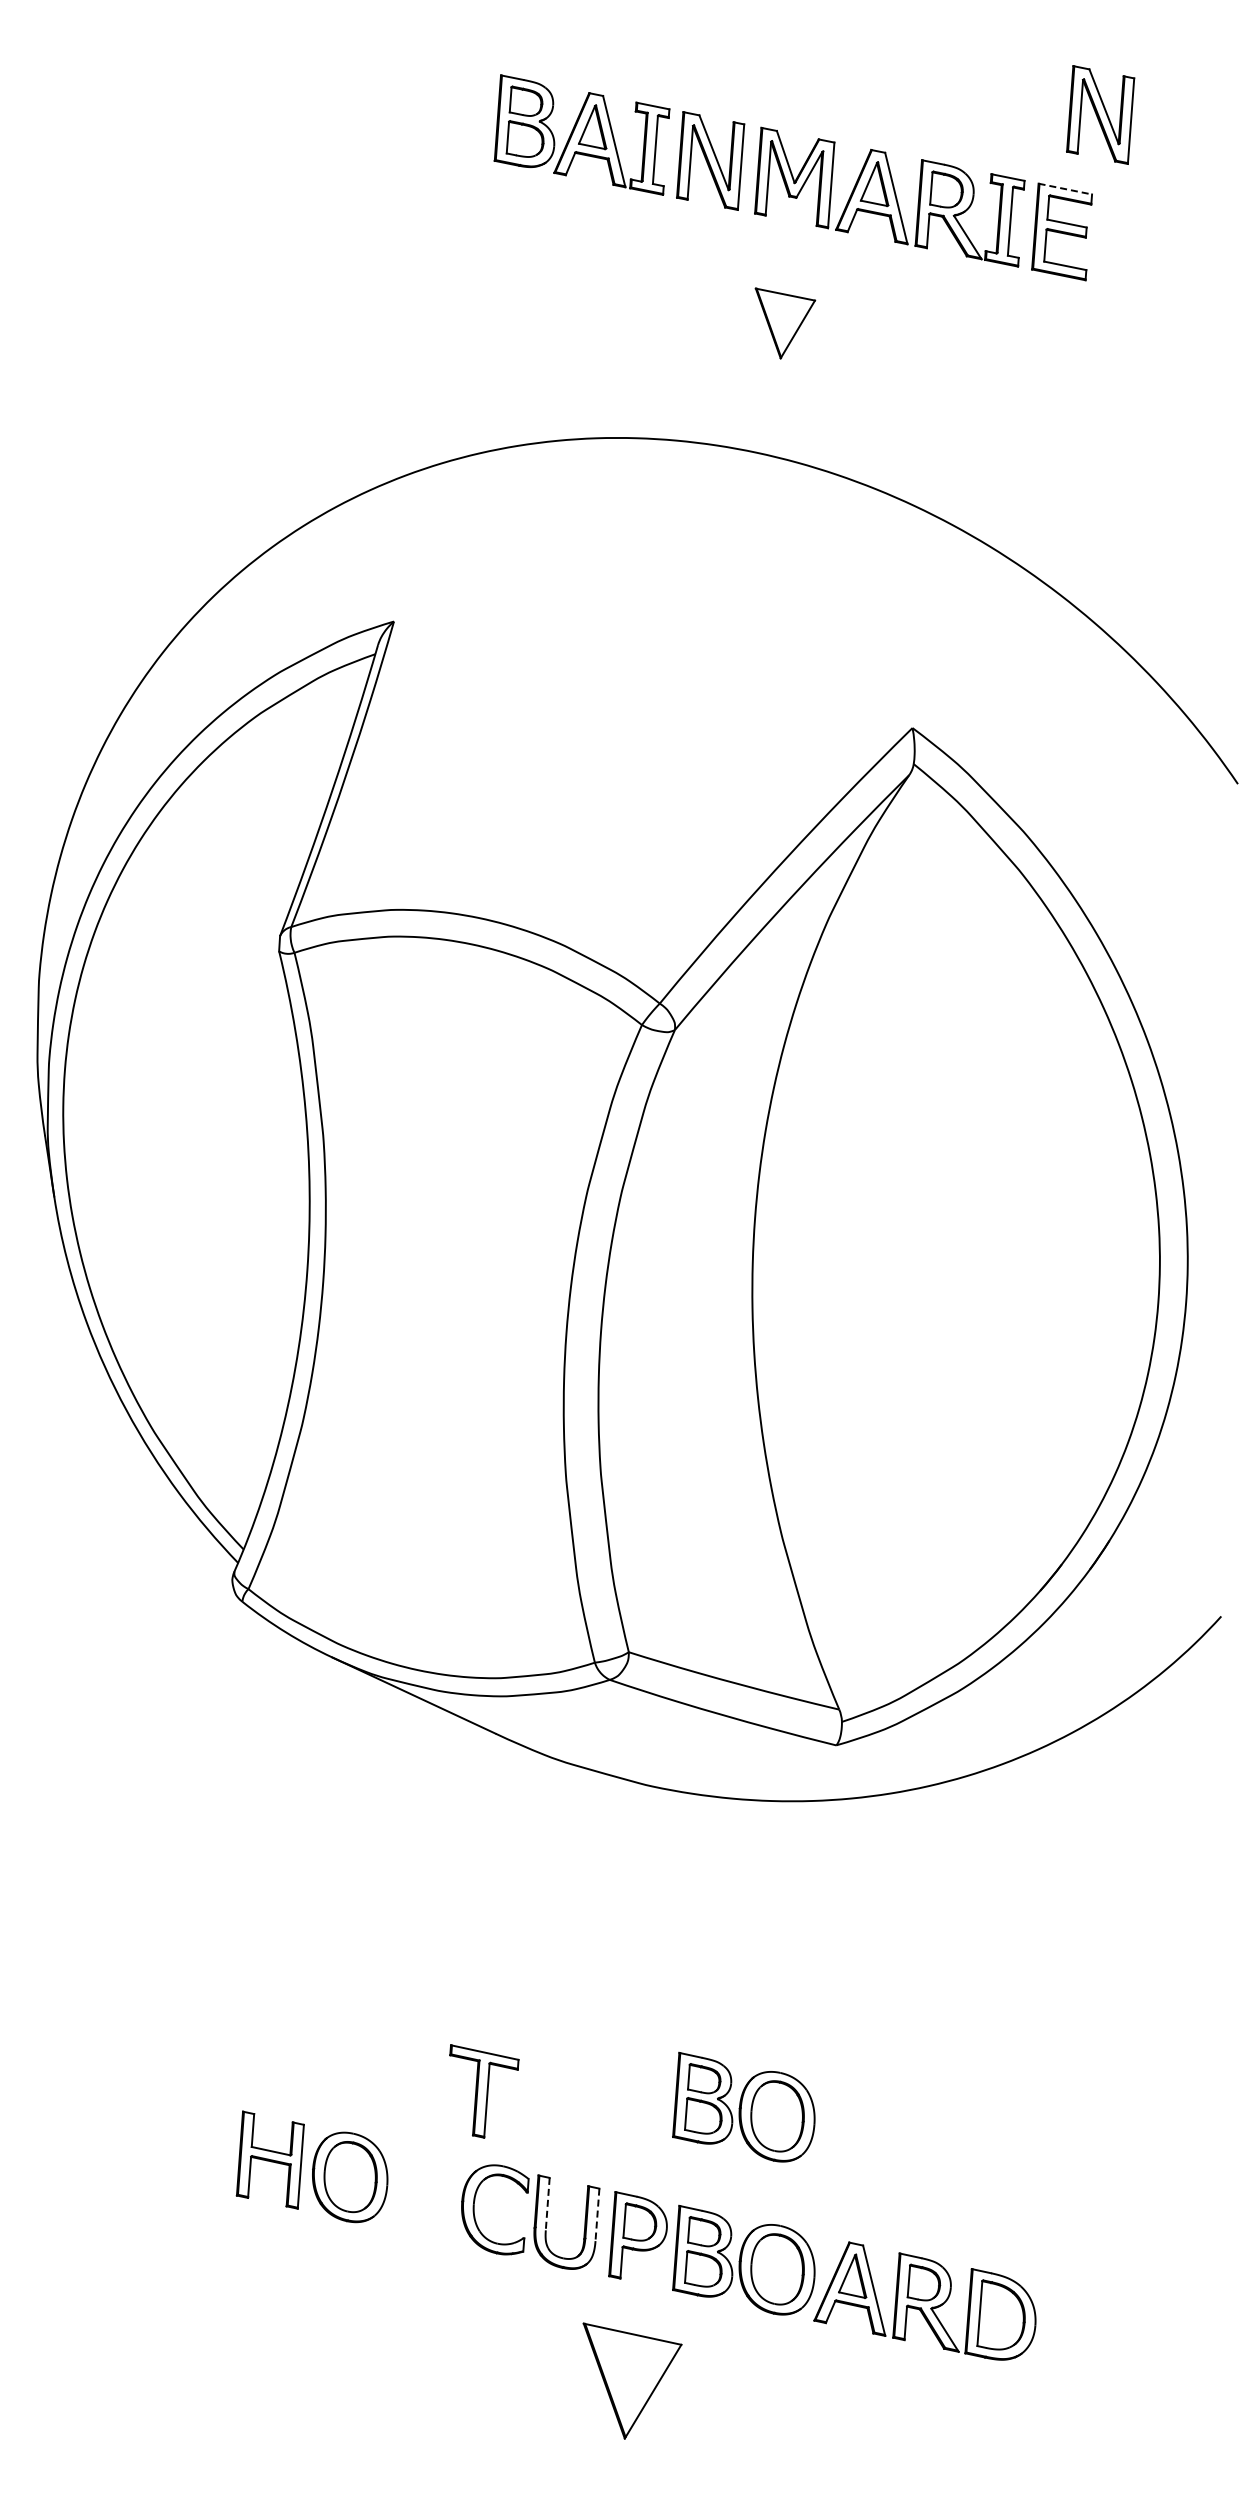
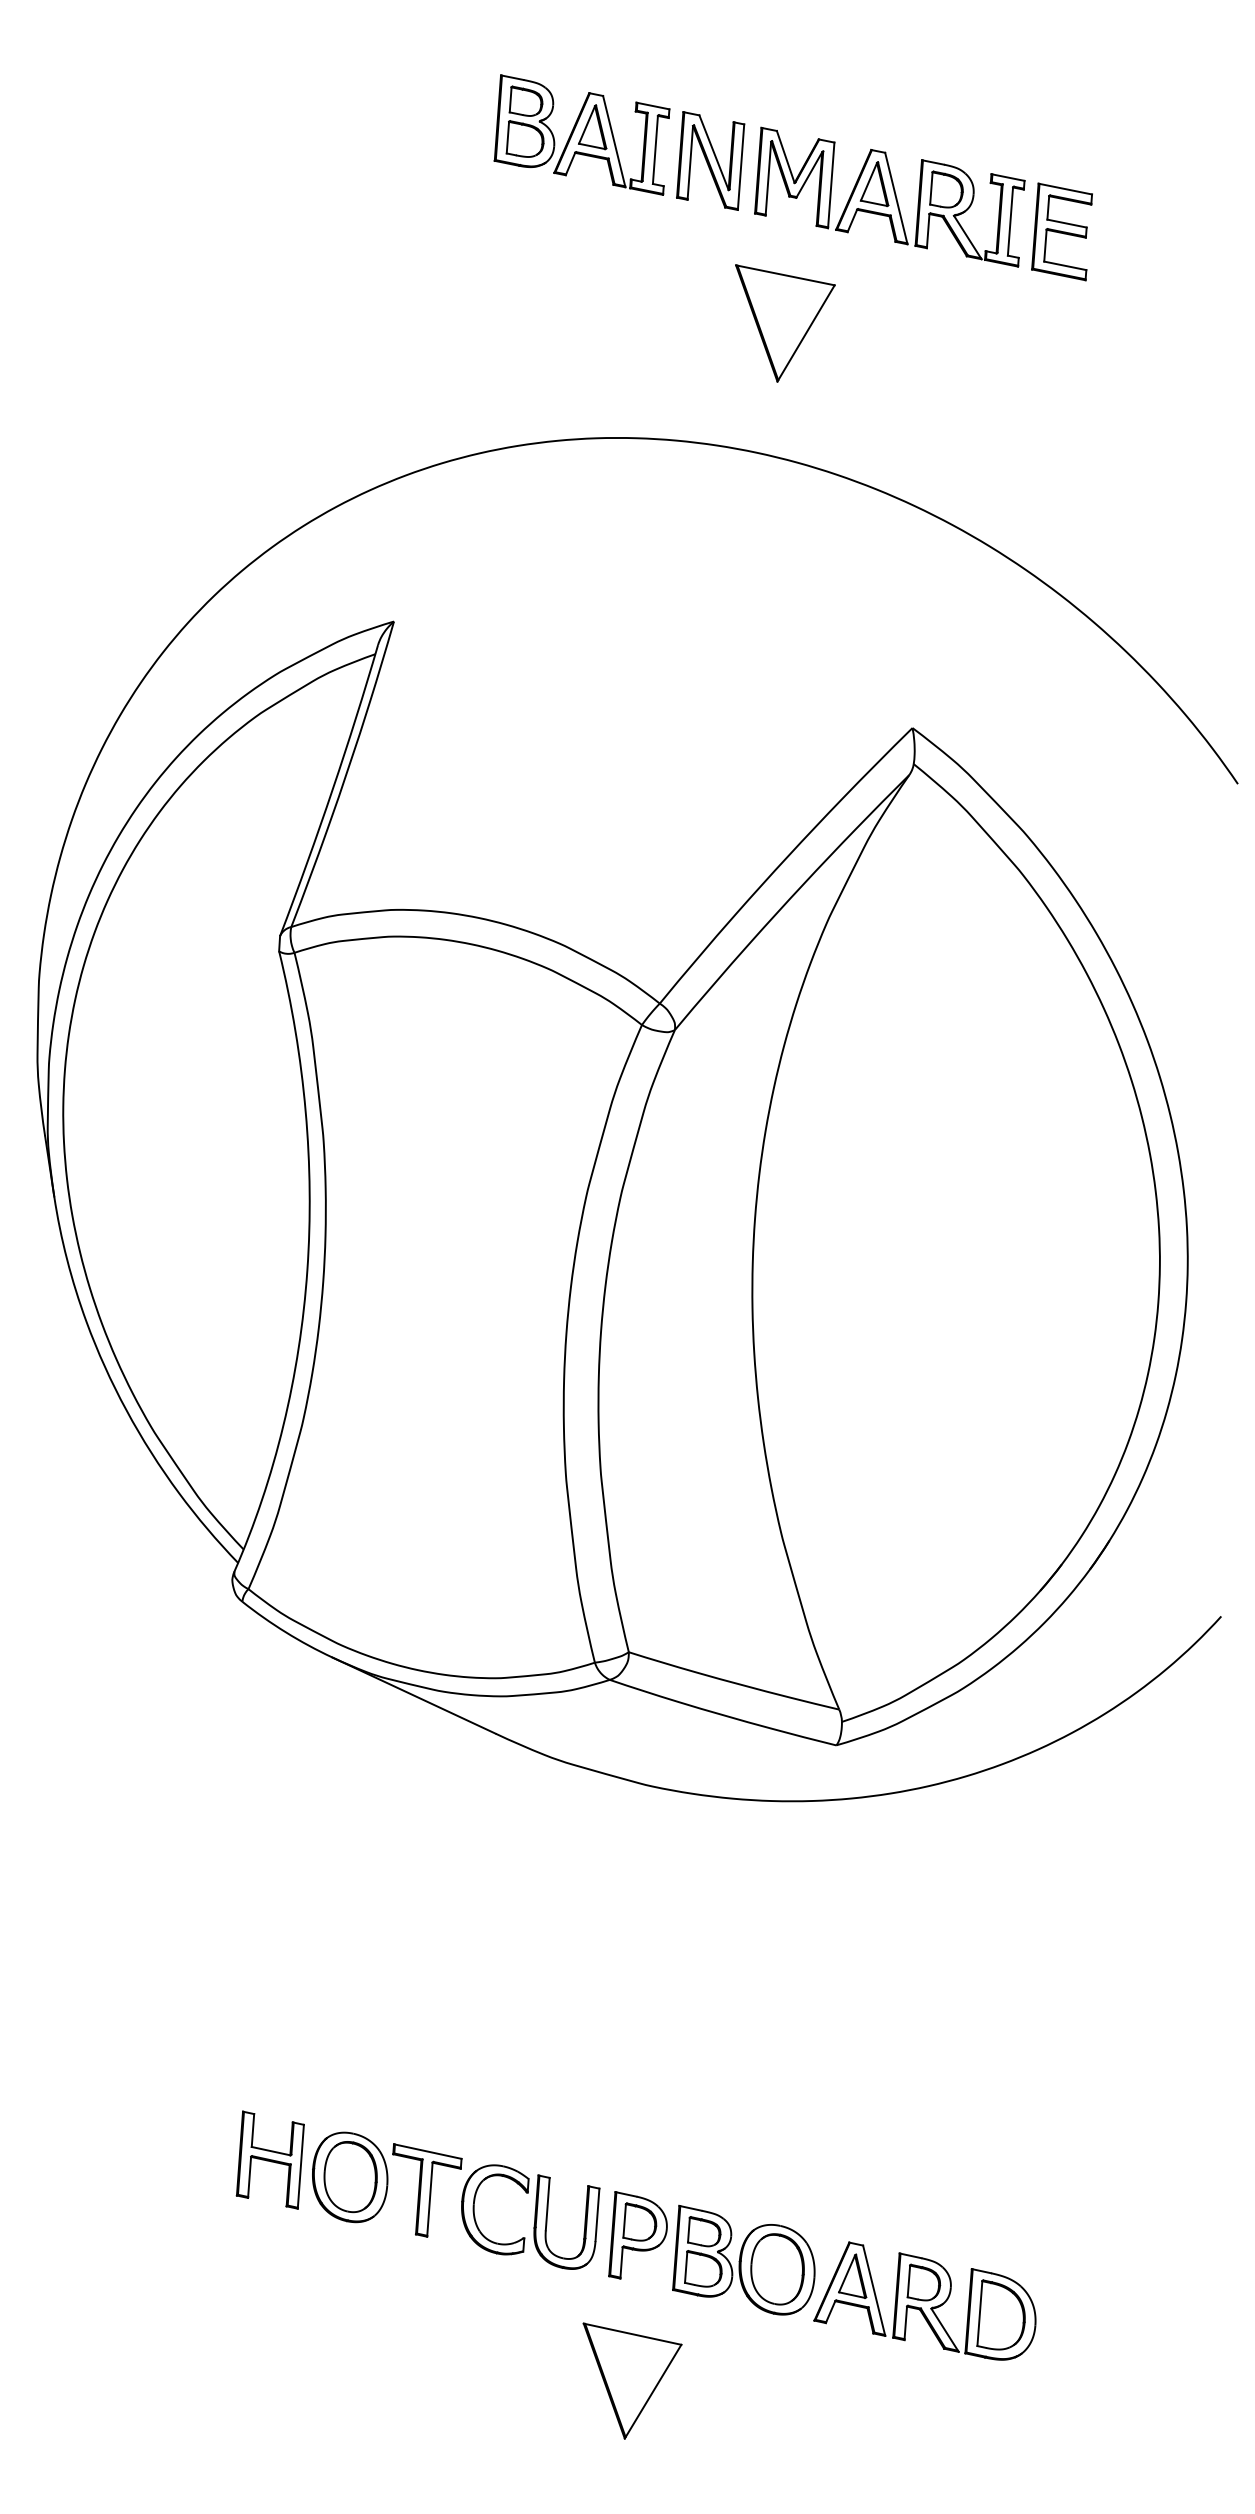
part at (1100, 114): present -> none
line at (1065, 189): dashed -> solid
part at (785, 323) size: 63x73 px -> 101x119 px
part at (484, 2091) position: (484, 2091) -> (427, 2190)
part at (743, 2106): present -> none
line at (547, 2204): dashed -> solid
line at (597, 2215): dashed -> solid
